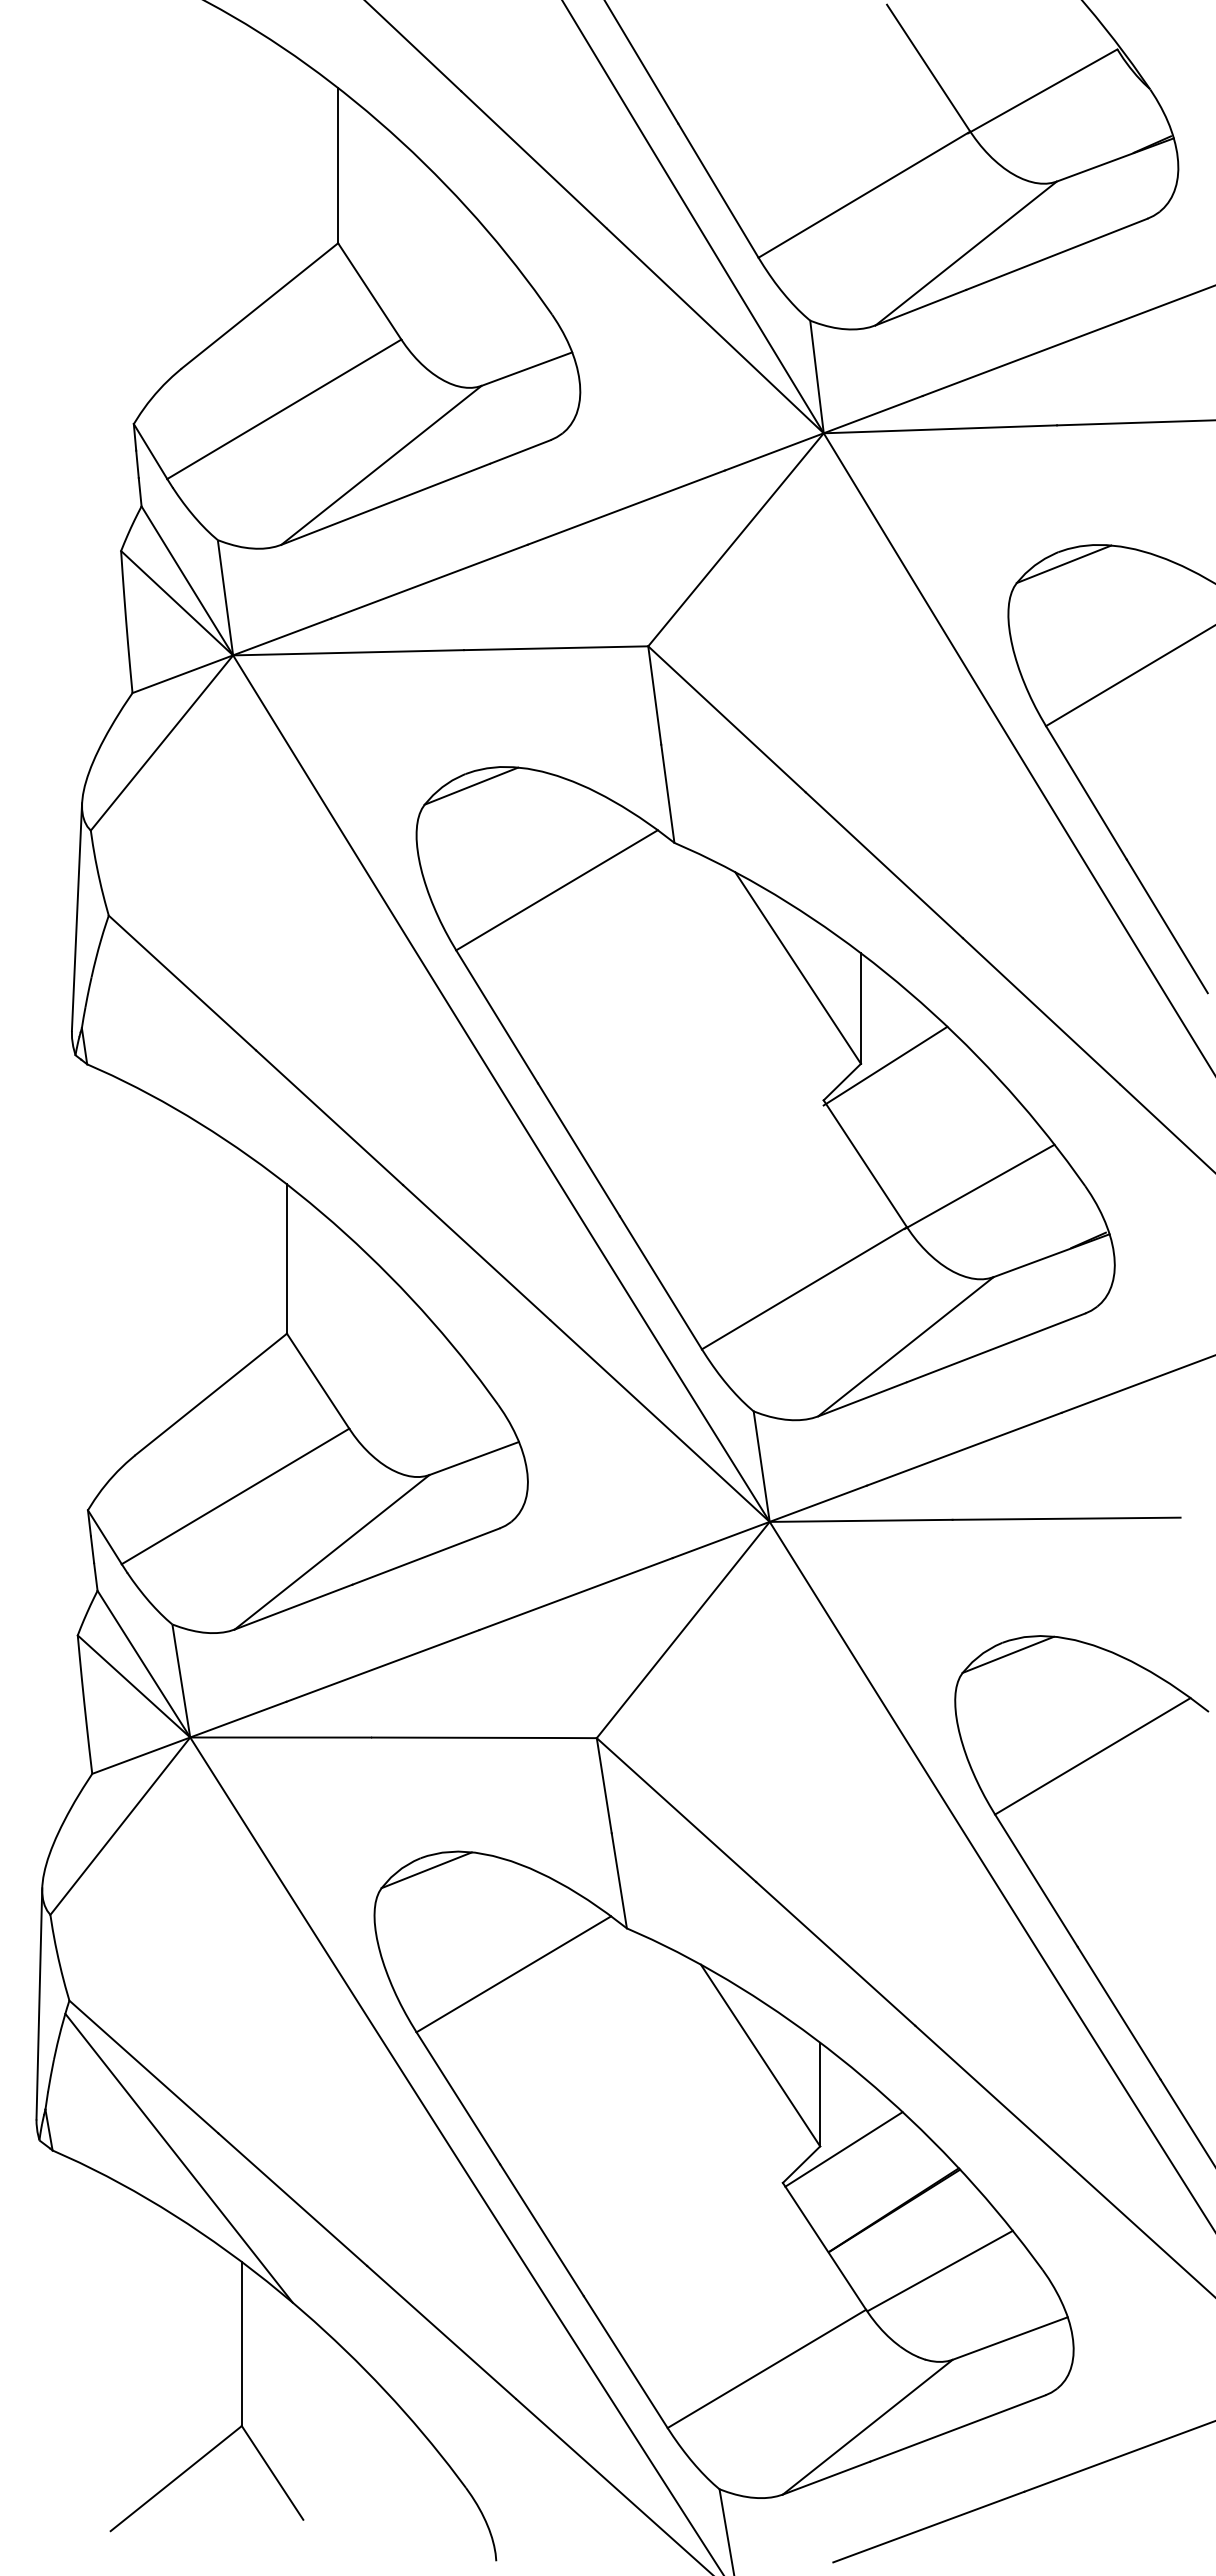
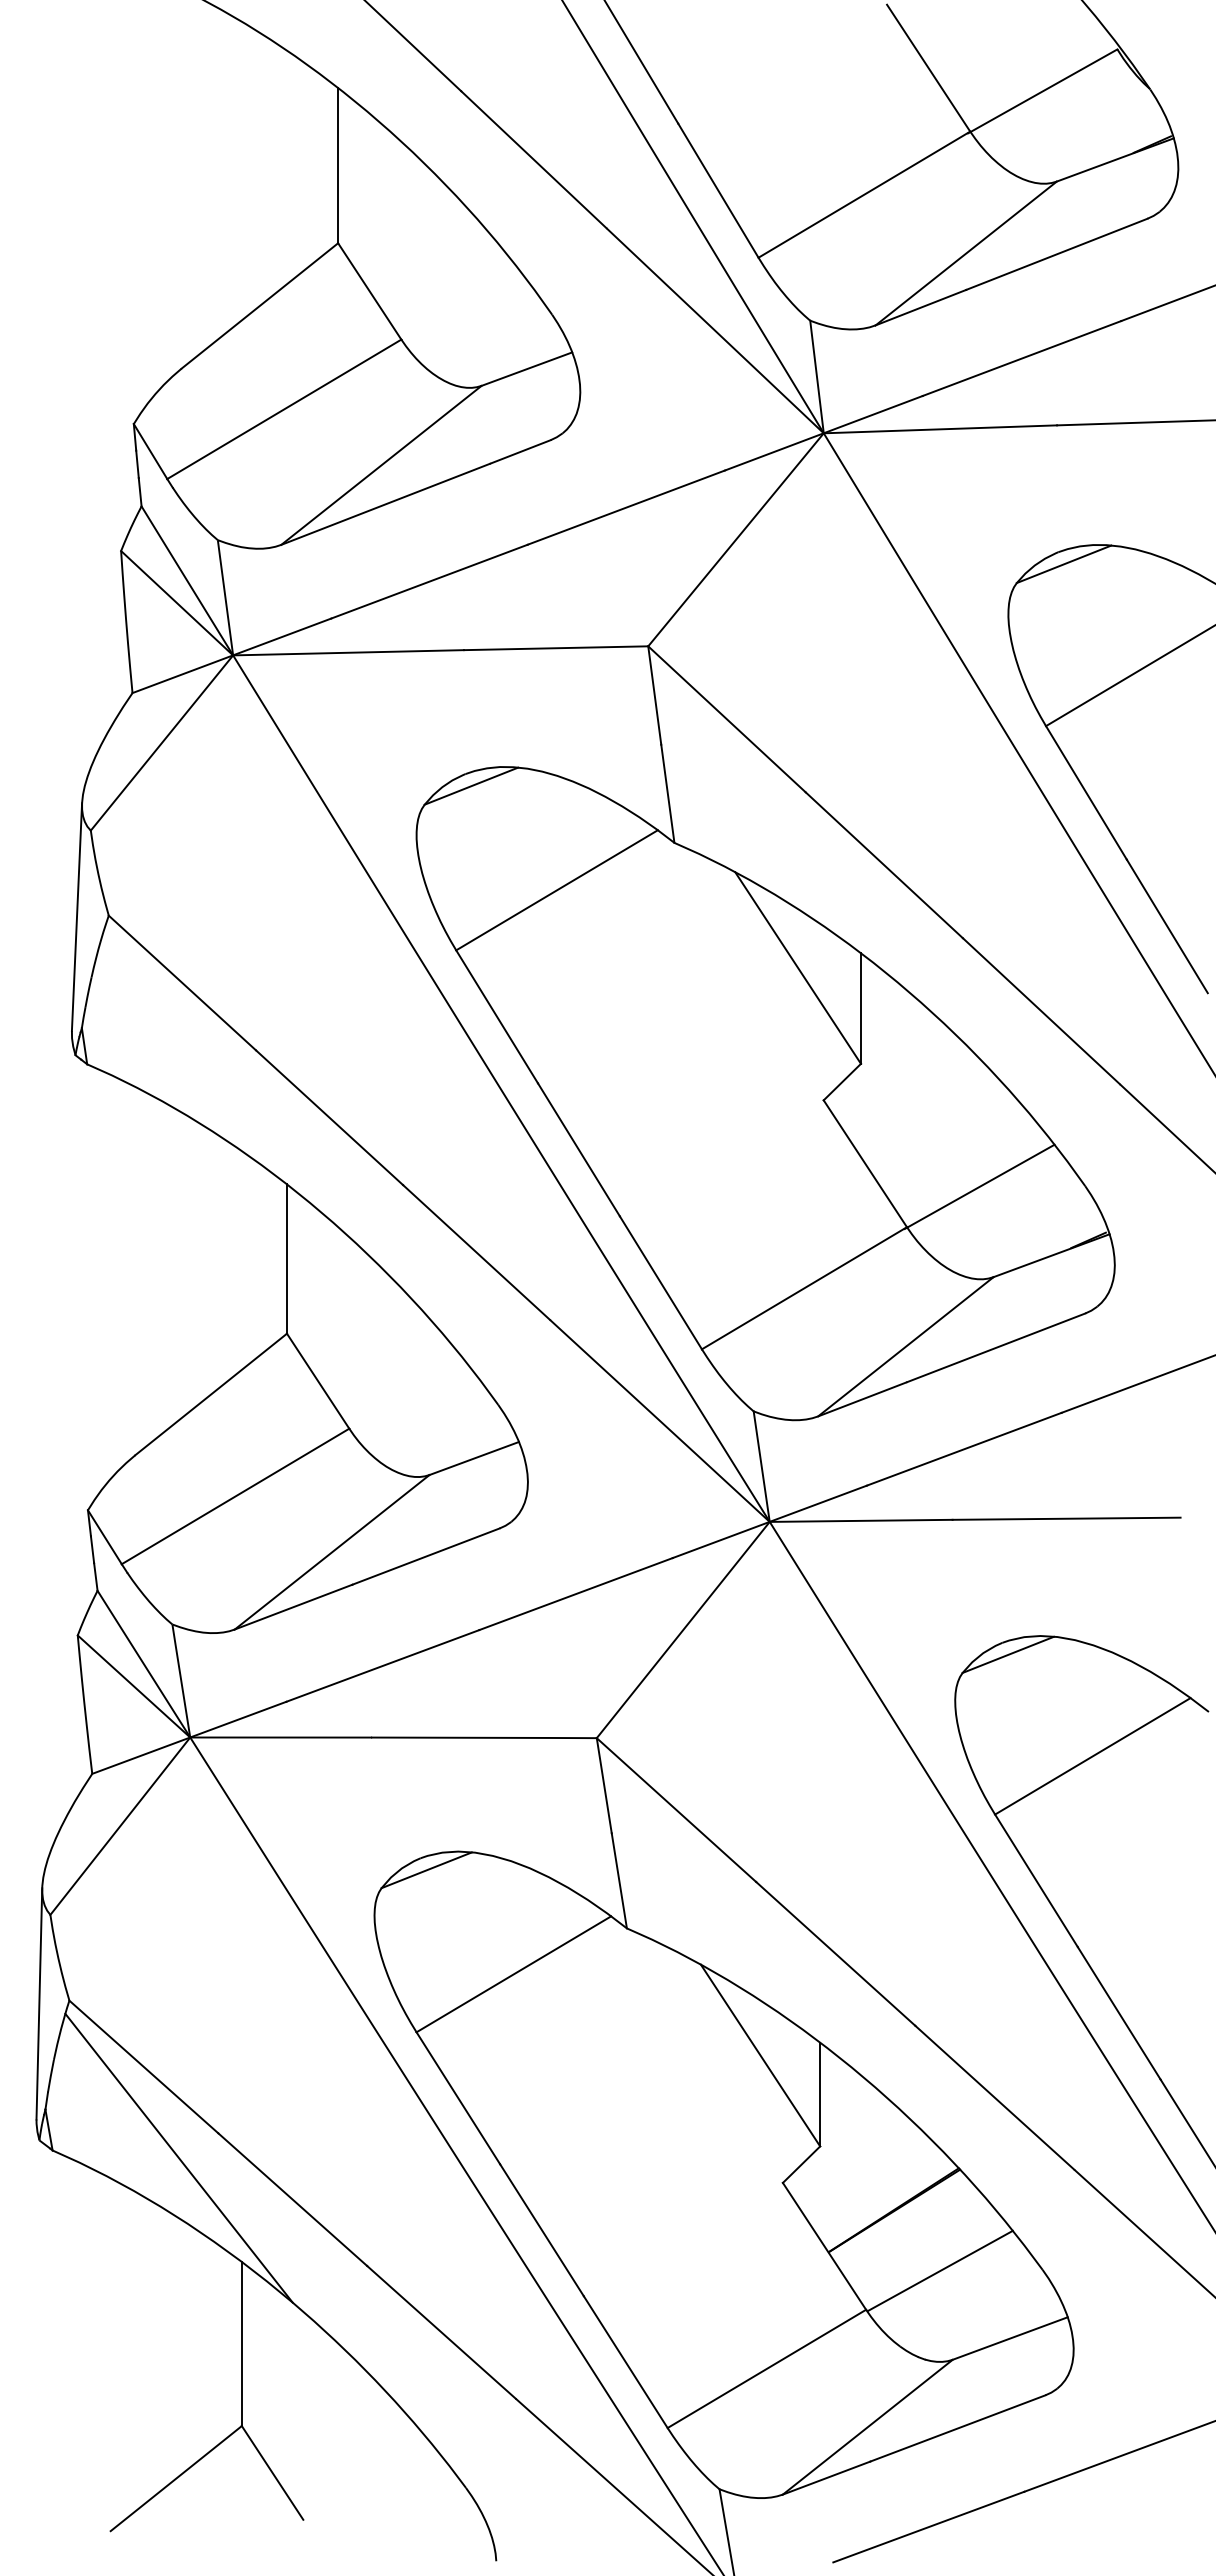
line at (885, 1065): present -> none
line at (843, 2149): present -> none
